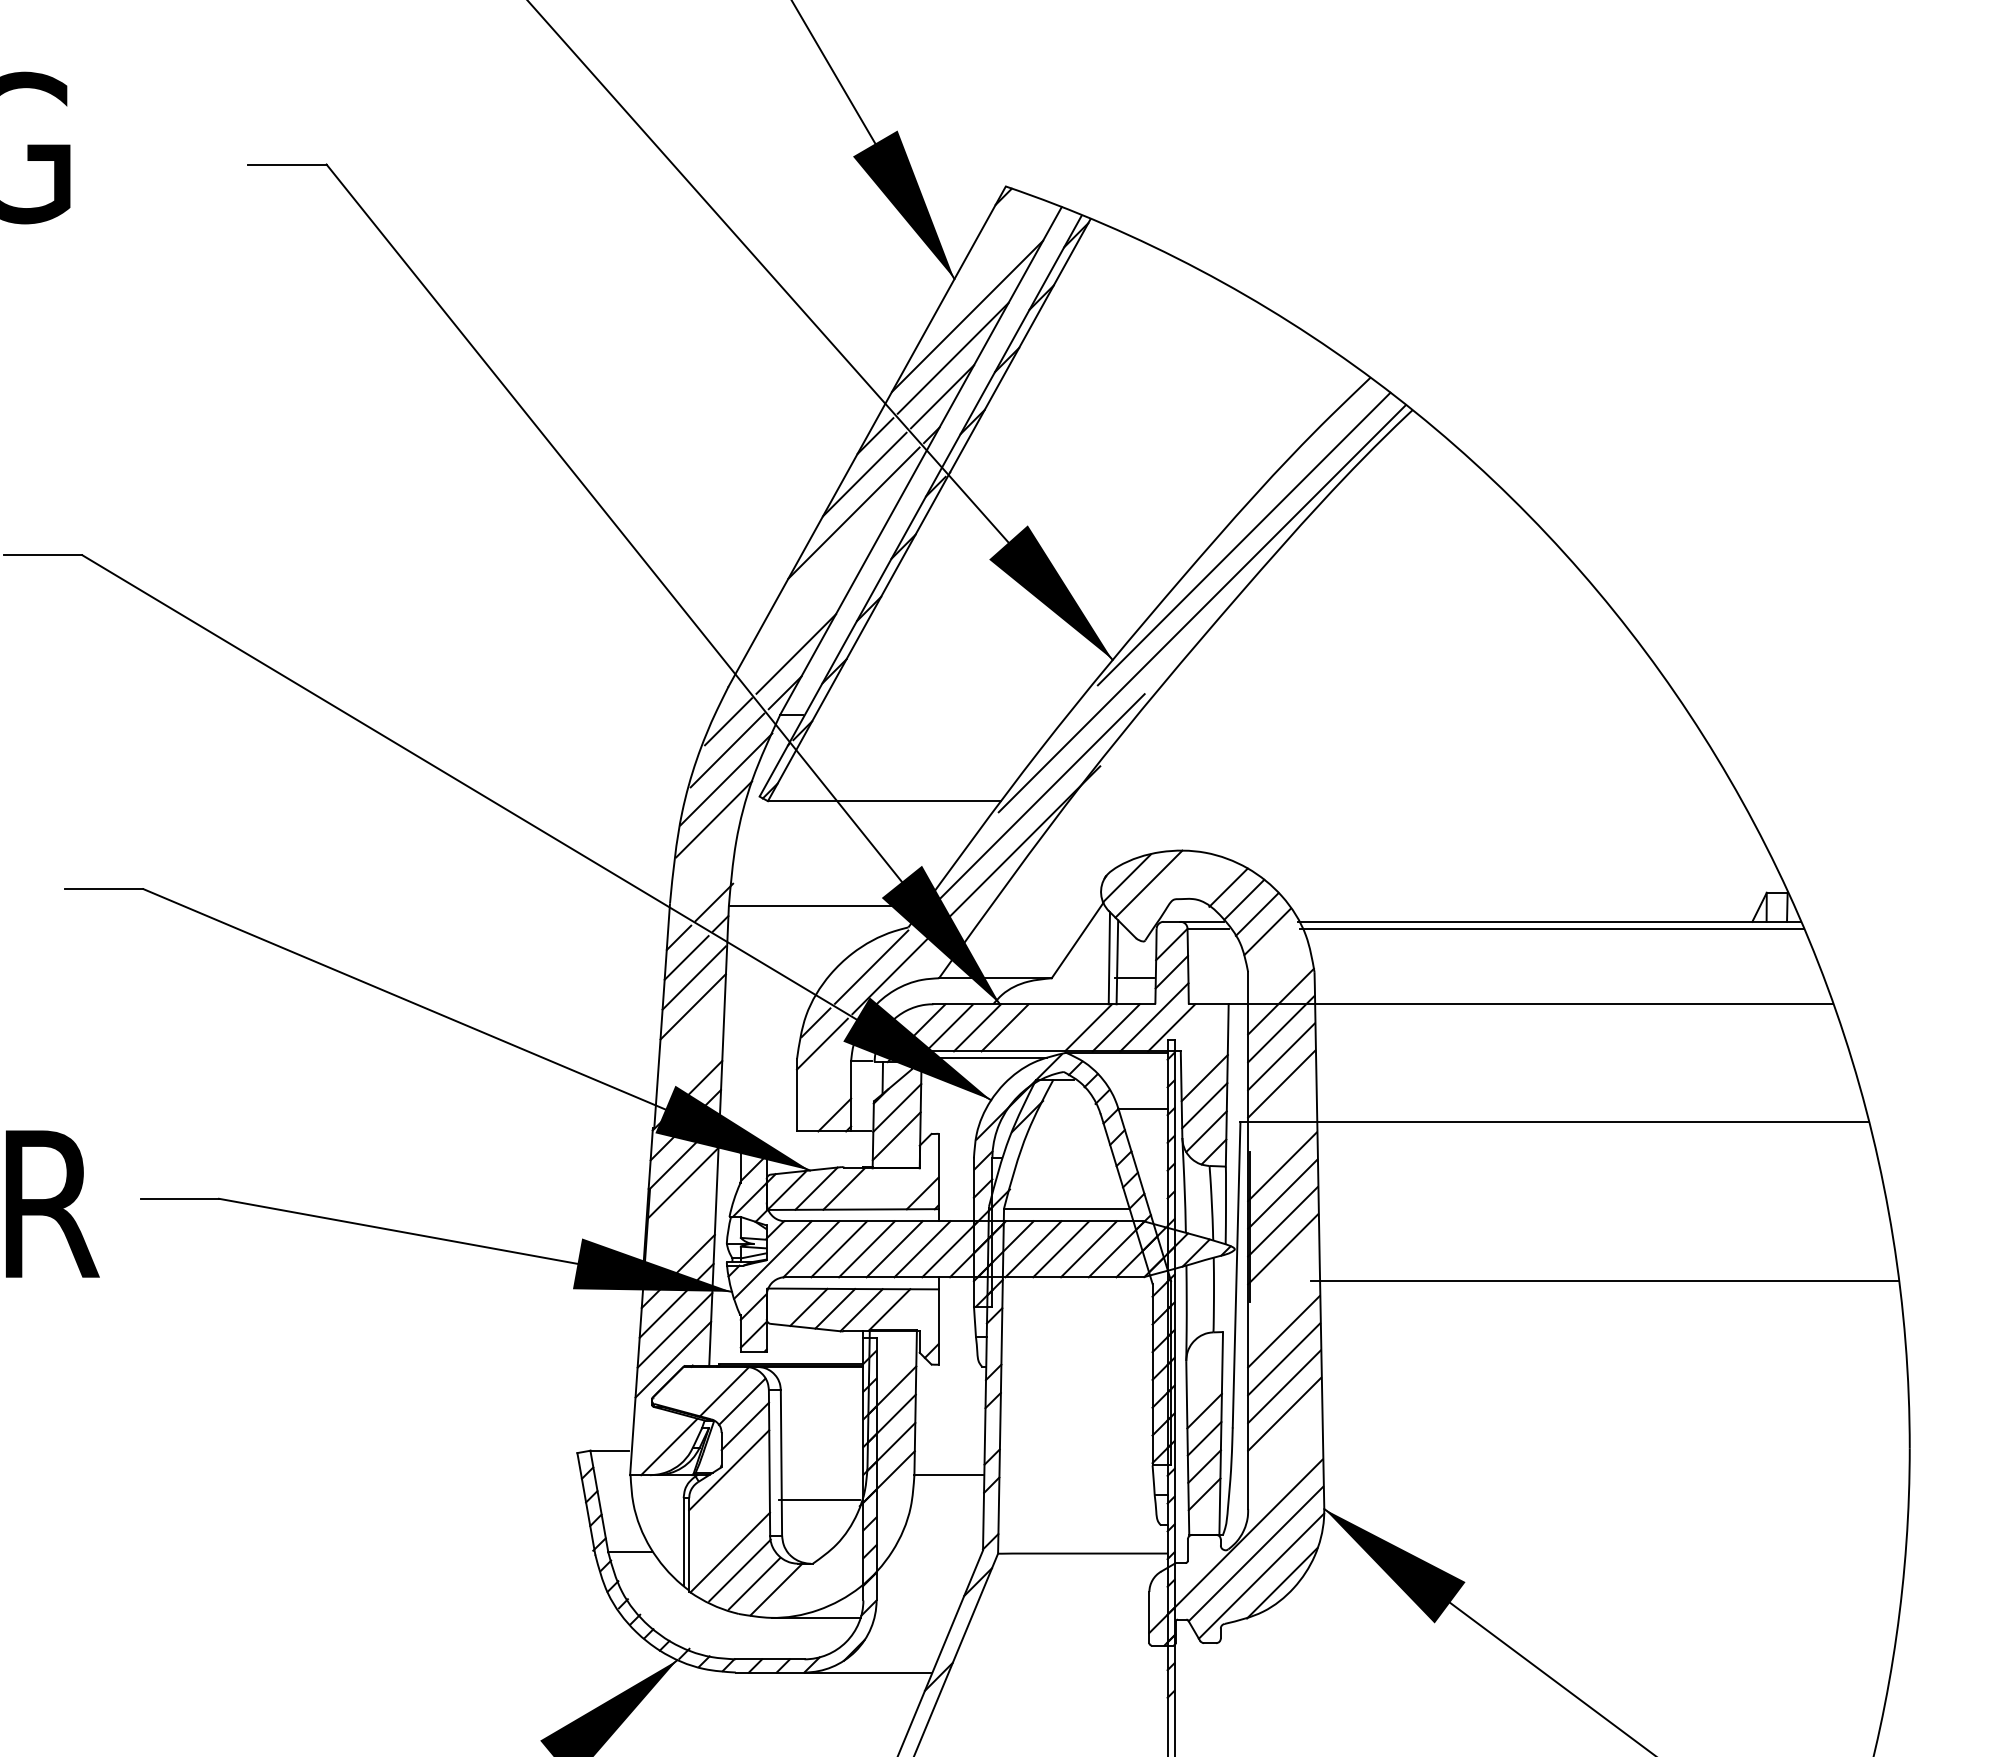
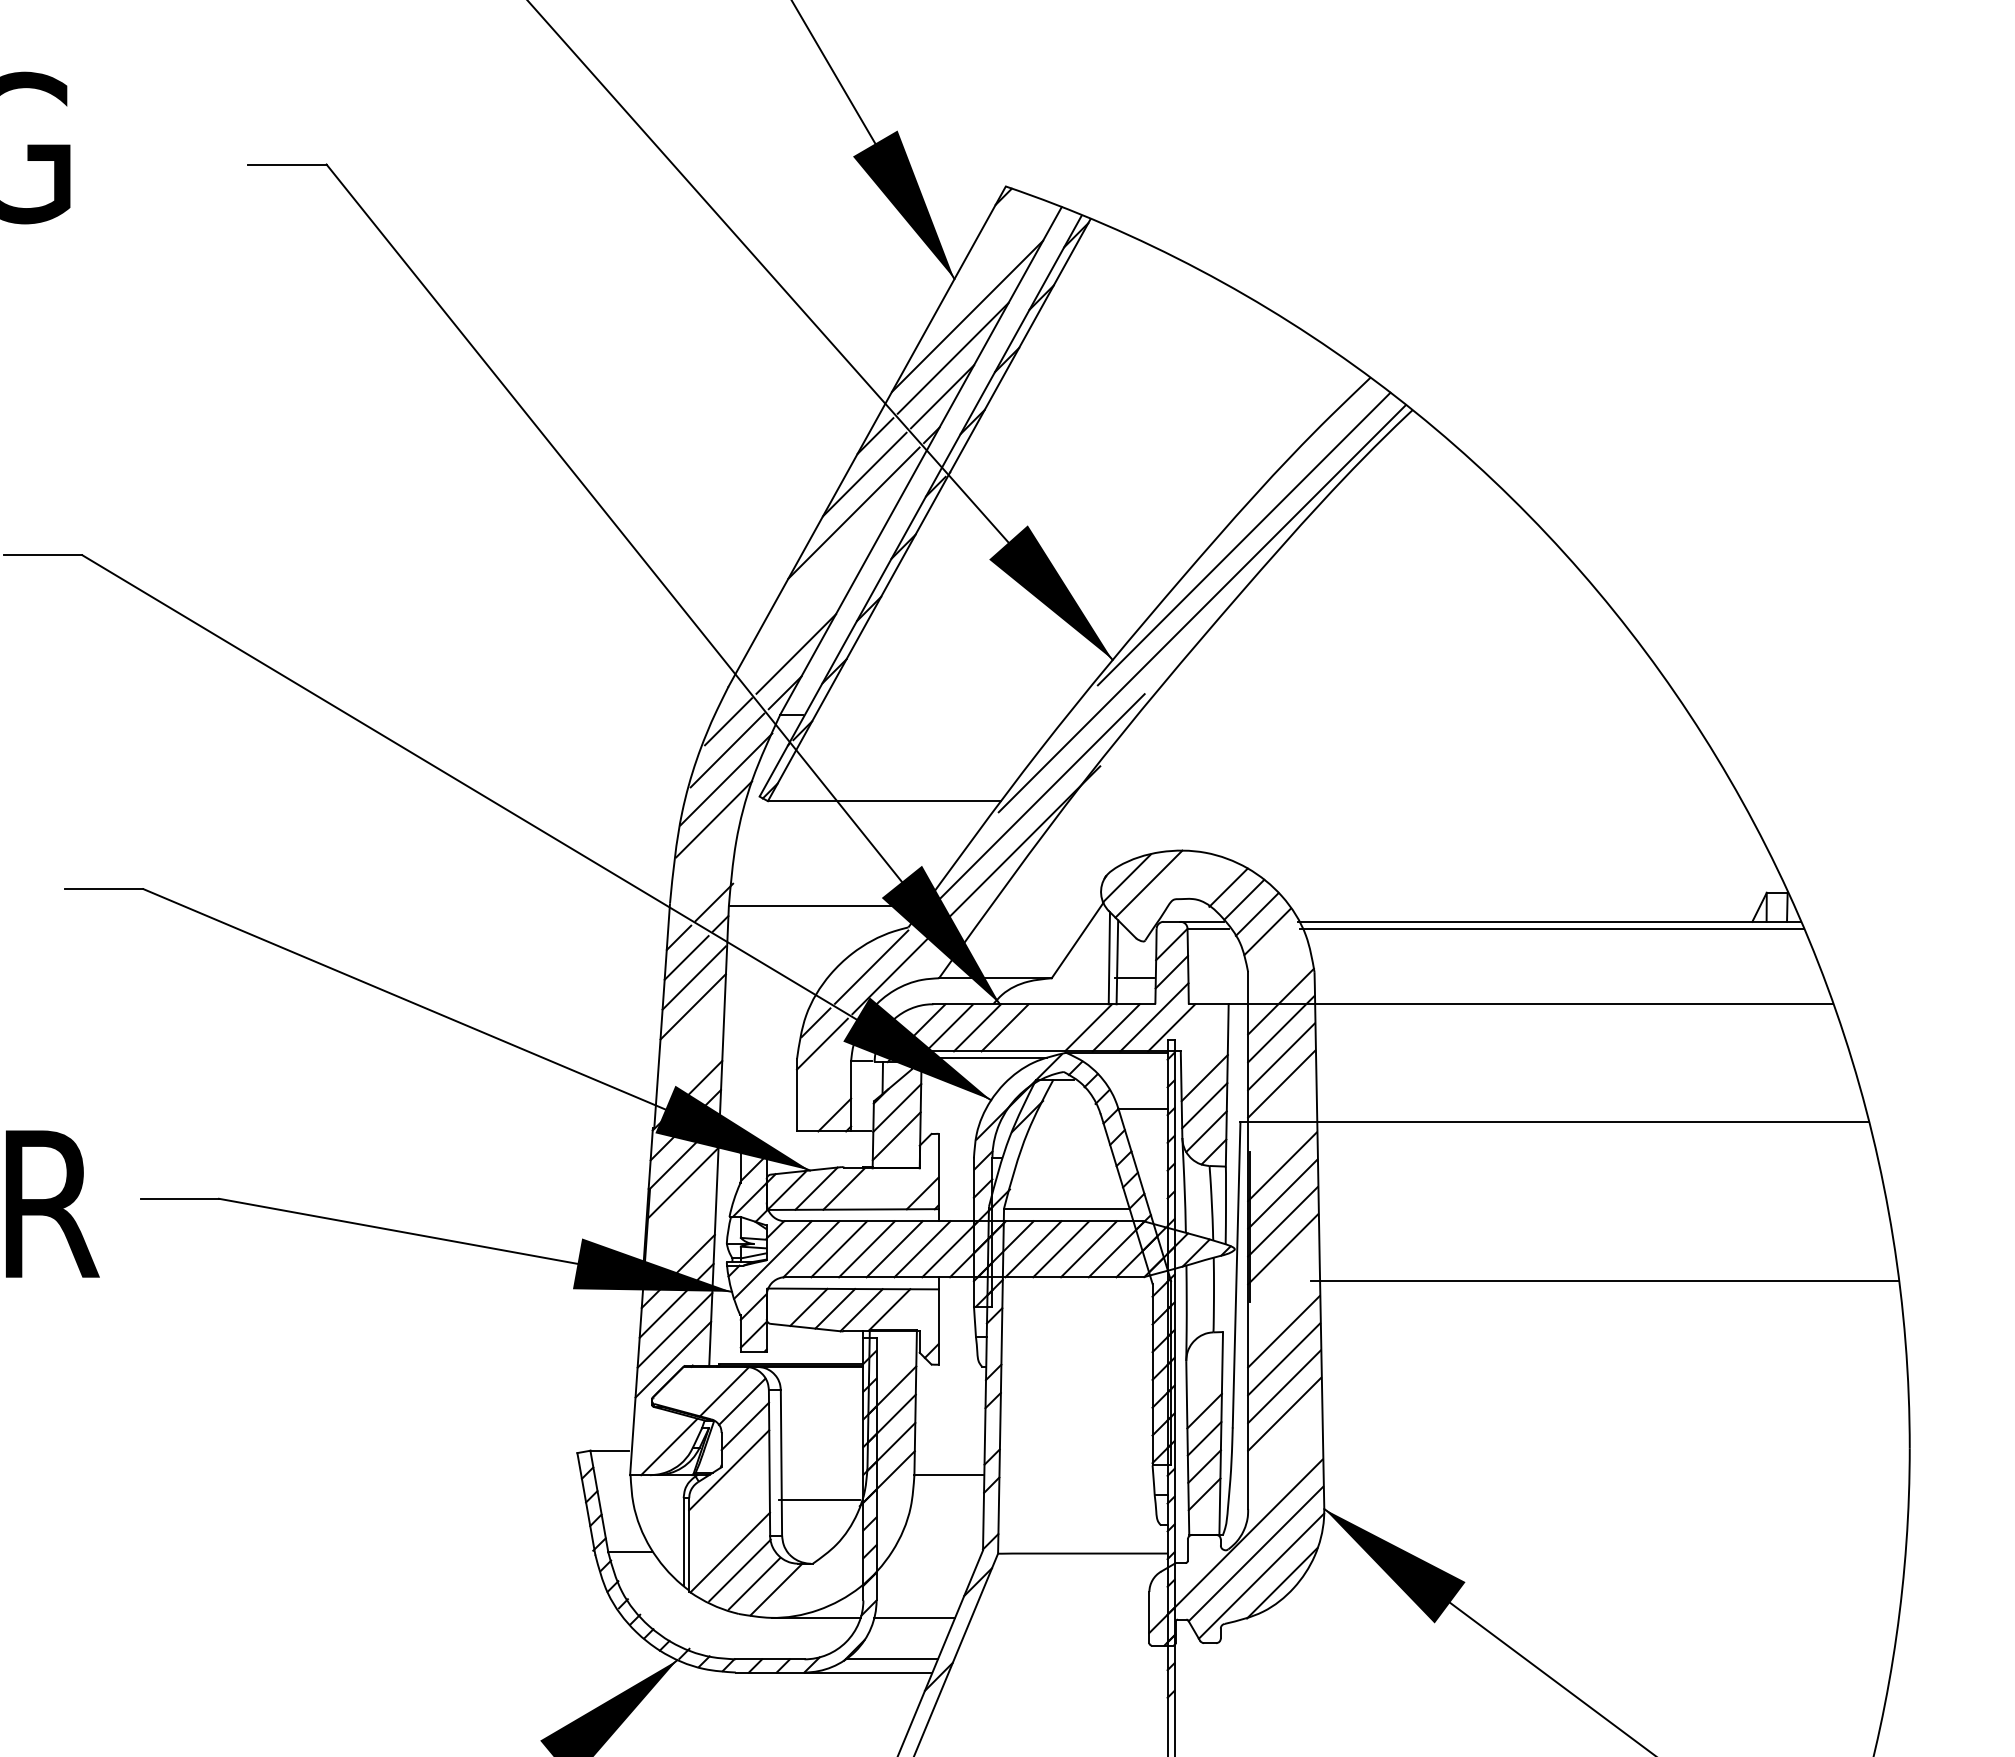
line at (914, 1617): none -> present
line at (891, 1659): none -> present
